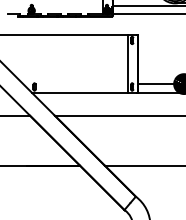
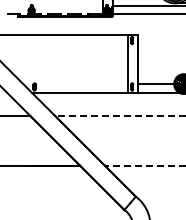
line at (119, 115): solid -> dashed
line at (144, 165): solid -> dashed
